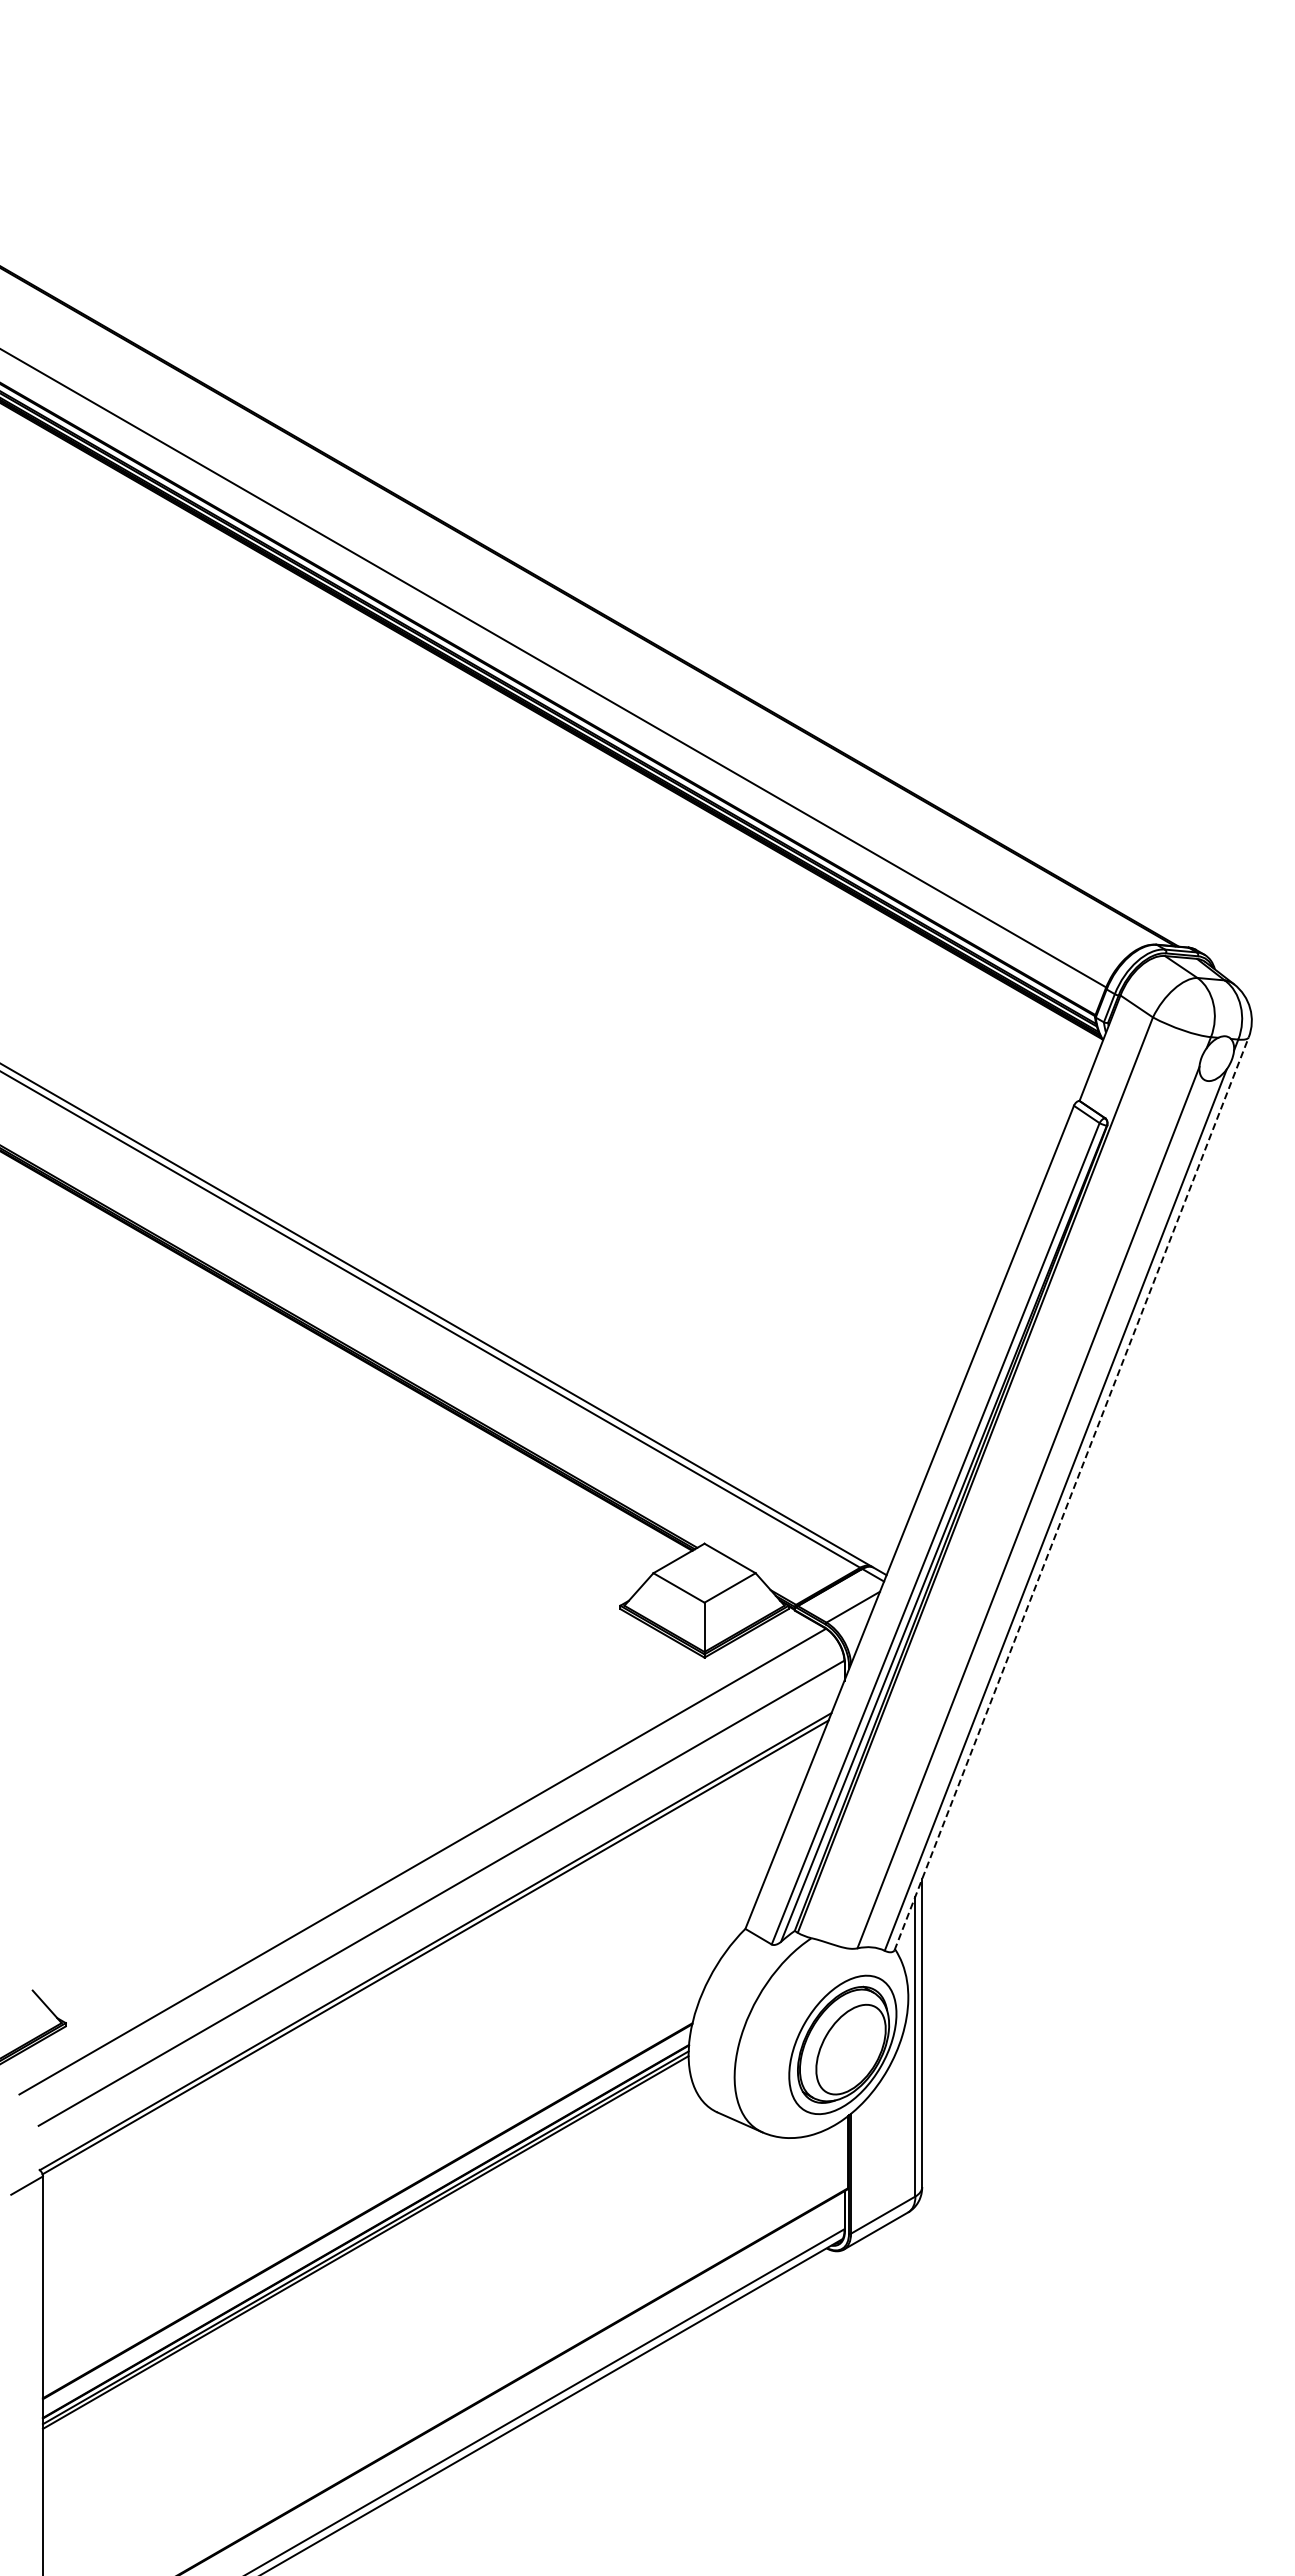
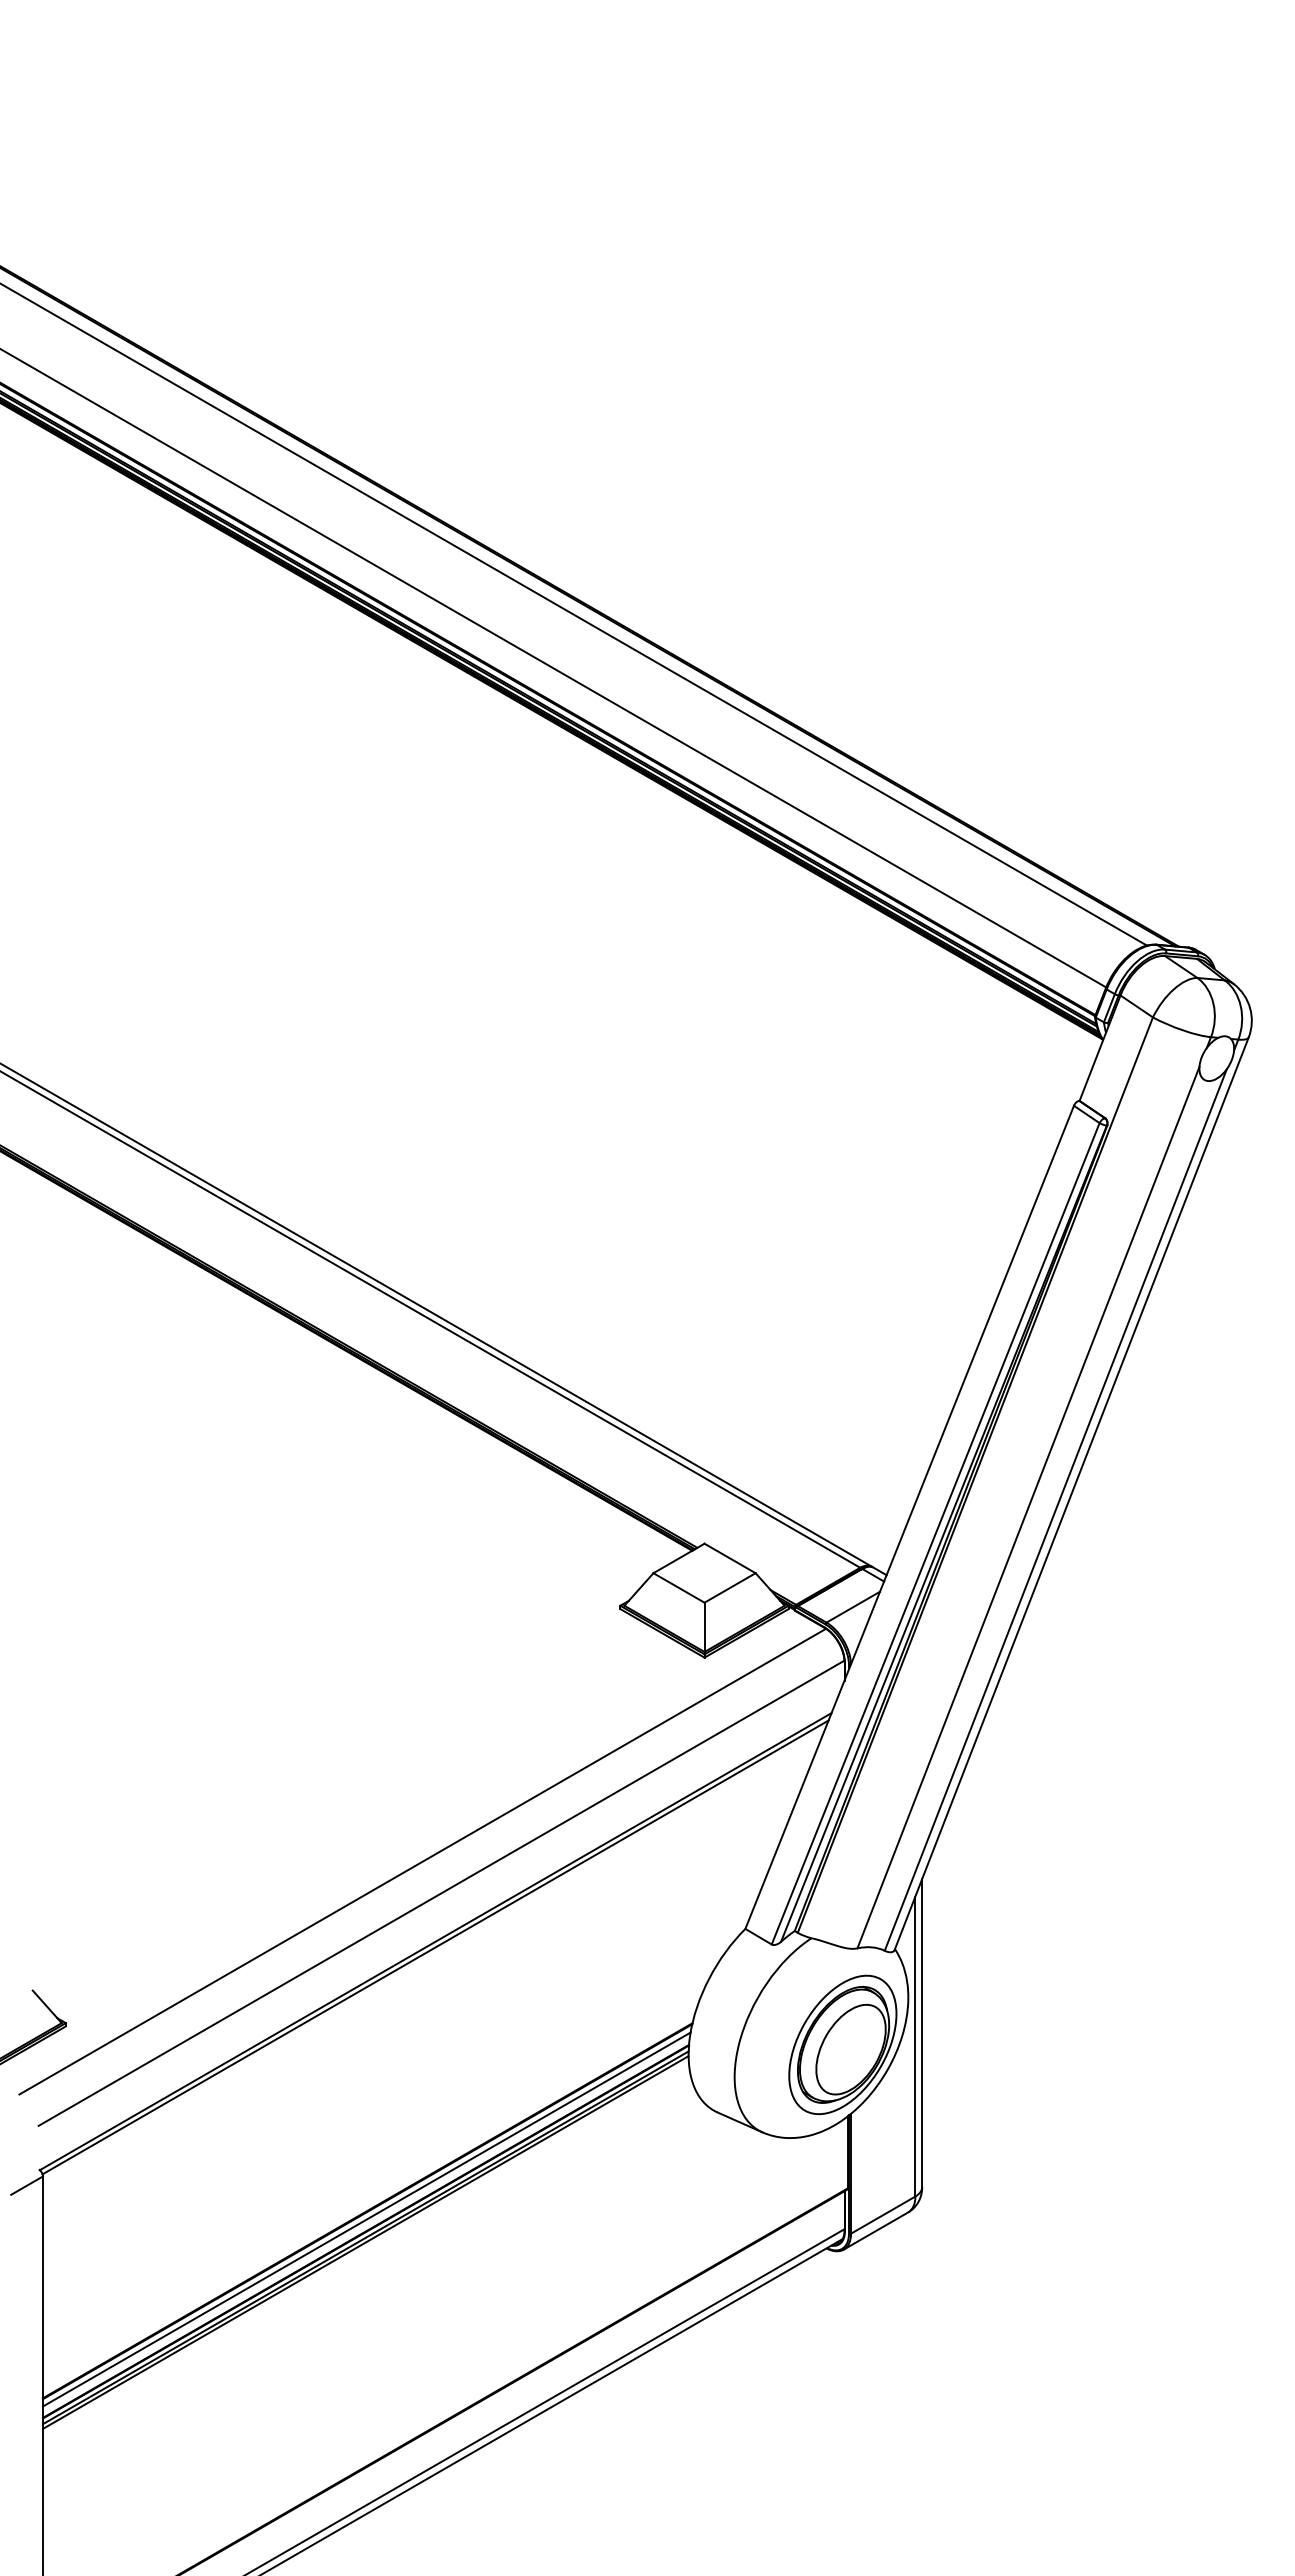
line at (574, 614): none -> present
line at (1071, 1493): dashed -> solid
line at (366, 2219): none -> present
